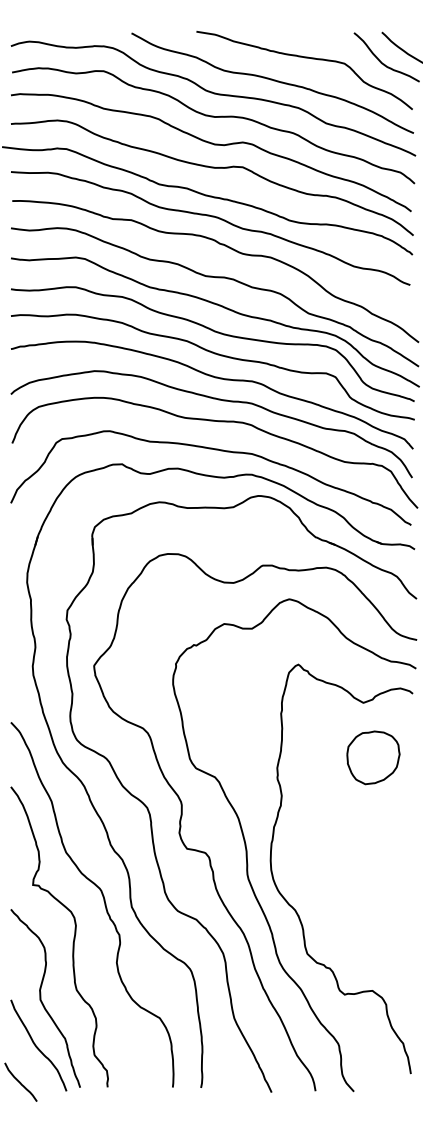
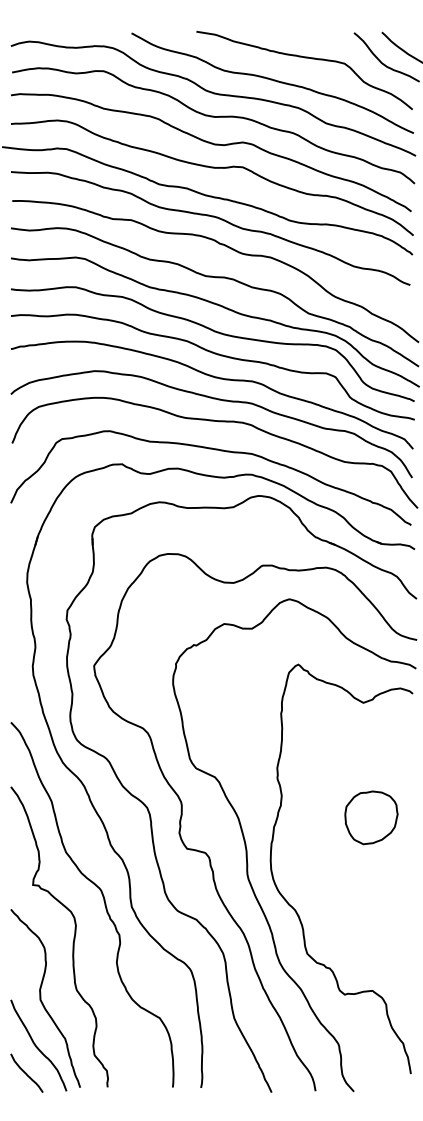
part at (373, 757) position: (373, 757) -> (371, 817)
curve at (20, 1081) position: (20, 1081) -> (26, 1072)
